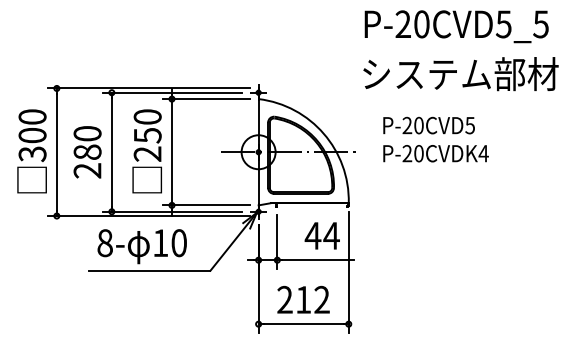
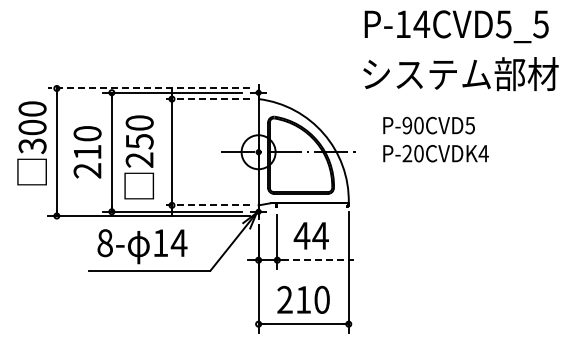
text at (412, 24): P-20CVD5_5 -> P-14CVD5_5
line at (149, 88): solid -> dashed
line at (206, 99): solid -> dashed
text at (407, 125): P-20CVD5 -> P-90CVD5
text at (31, 151) position: (31, 151) -> (31, 143)
text at (87, 151): 280 -> 210
text at (146, 151) position: (146, 151) -> (138, 157)
line at (206, 205): solid -> dashed
text at (321, 235) position: (321, 235) -> (310, 235)
text at (178, 243): 10 -> 14
line at (317, 260): solid -> dashed
text at (321, 299): 212 -> 210
